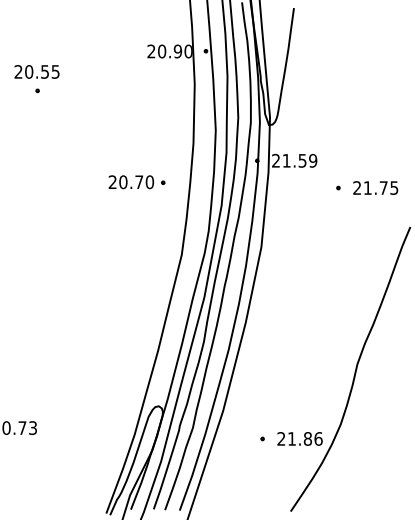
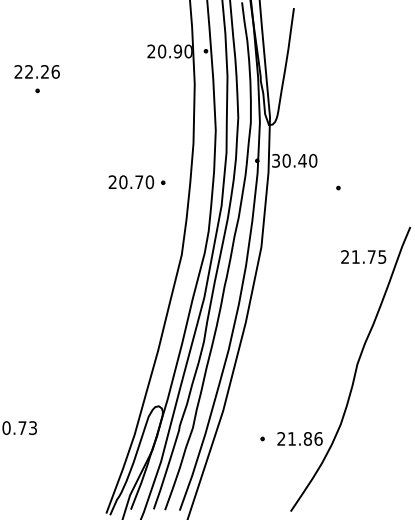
text at (42, 71): 20.55 -> 22.26
text at (294, 160): 21.59 -> 30.40
text at (375, 187) position: (375, 187) -> (363, 256)
